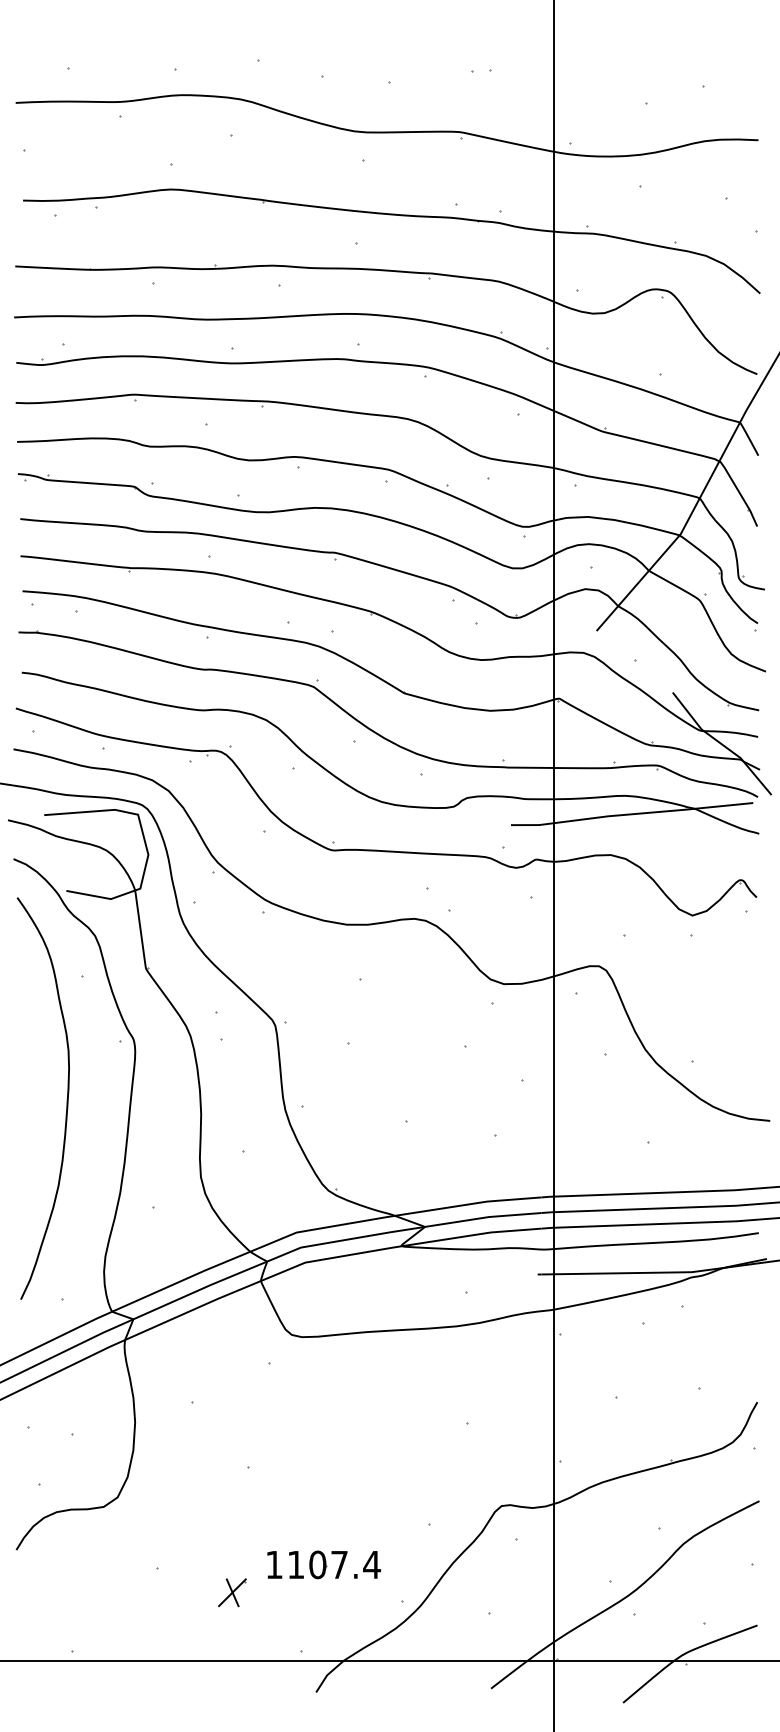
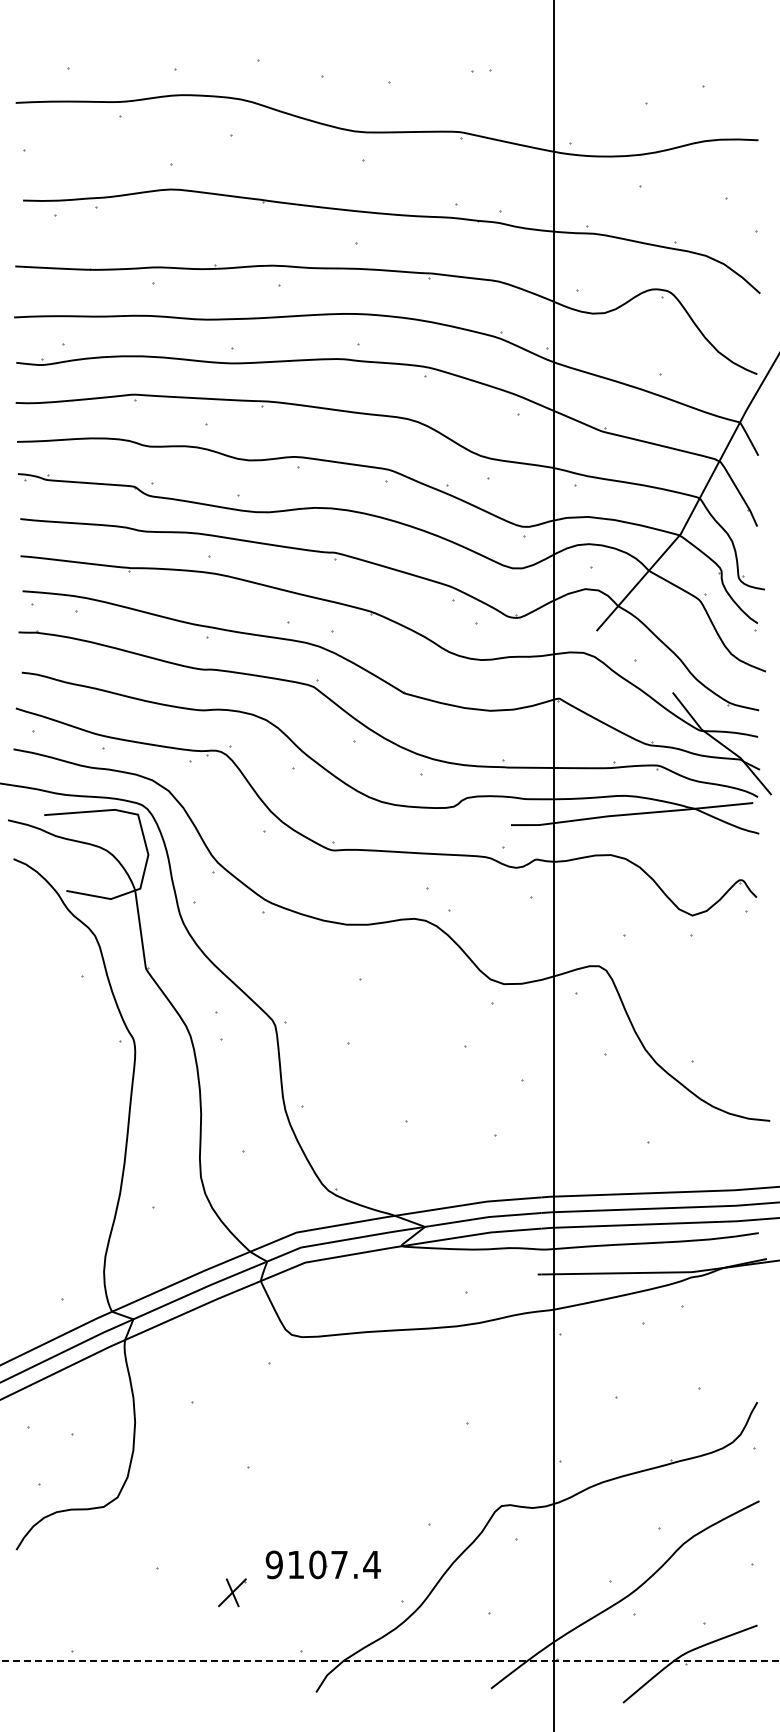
curve at (66, 1099): present -> none
text at (273, 1564): 1107.4 -> 9107.4
line at (390, 1660): solid -> dashed
